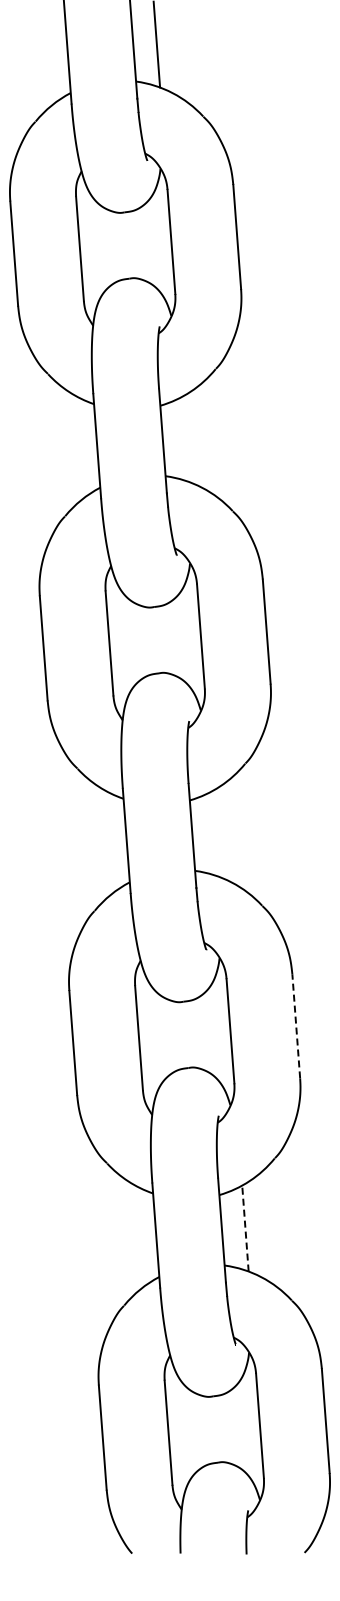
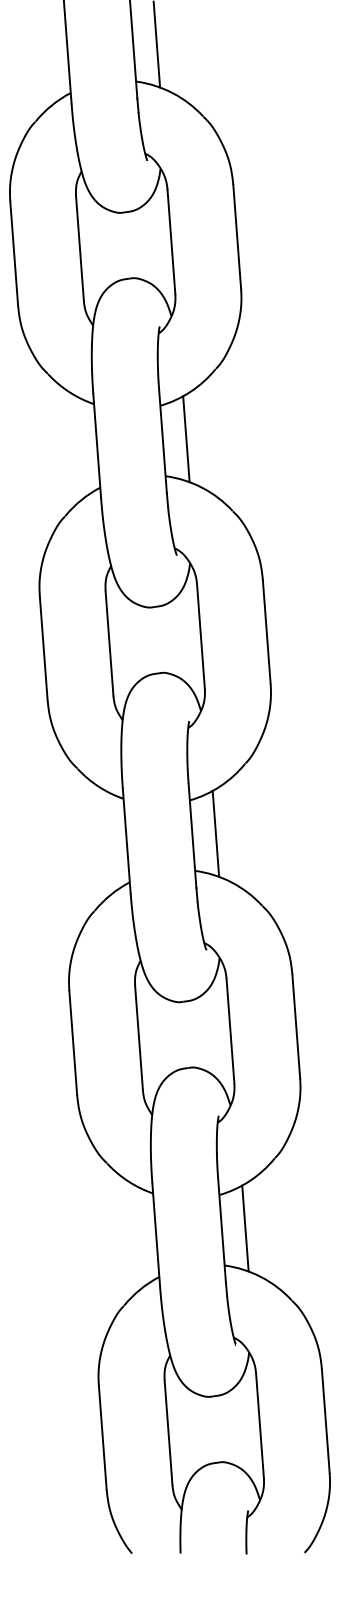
line at (186, 439): none -> present
line at (215, 833): none -> present
line at (296, 1025): dashed -> solid
line at (245, 1228): dashed -> solid
